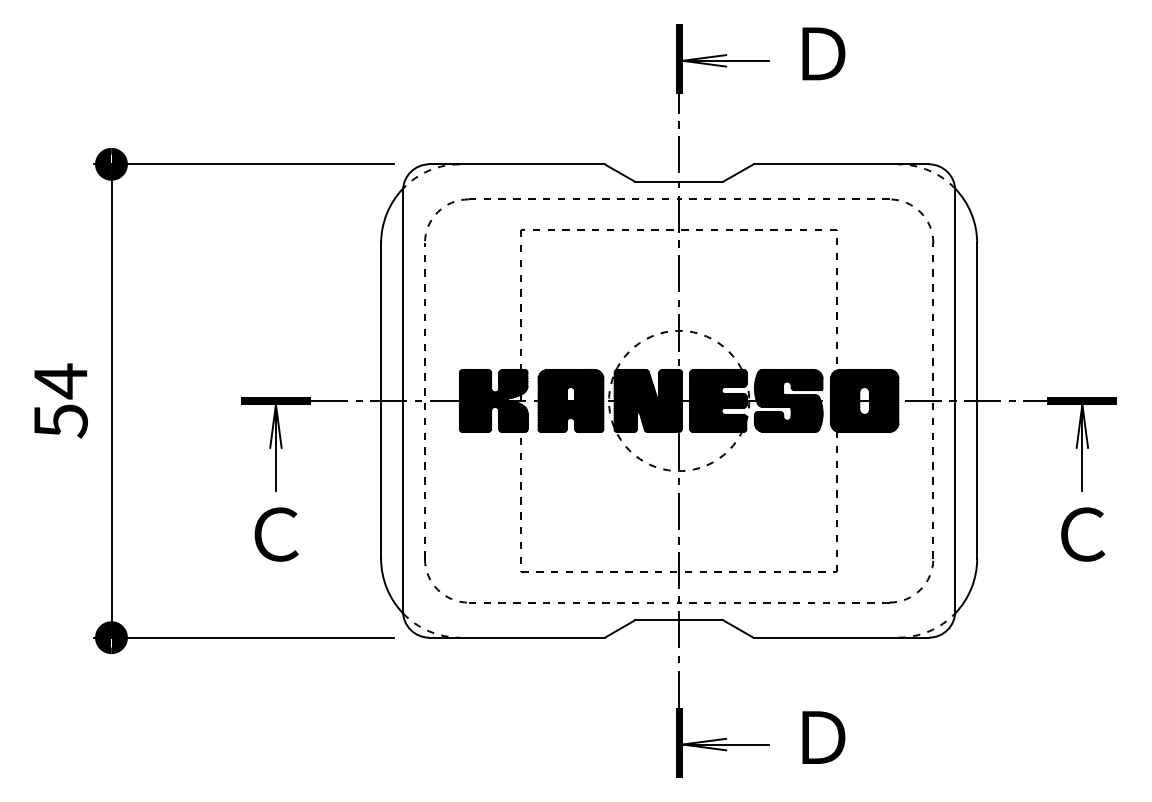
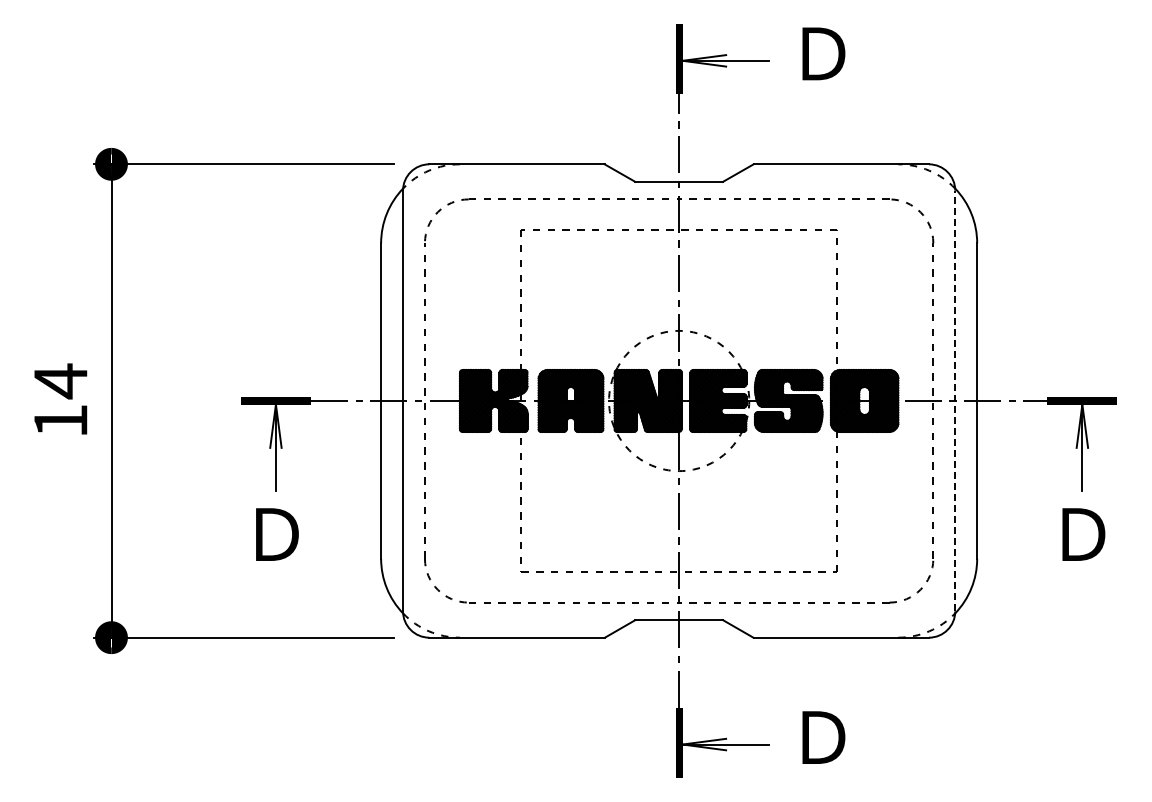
line at (955, 400): solid -> dashed
text at (60, 421): 54 -> 14
text at (276, 534): Ｃ -> Ｄ
text at (1083, 534): Ｃ -> Ｄ
